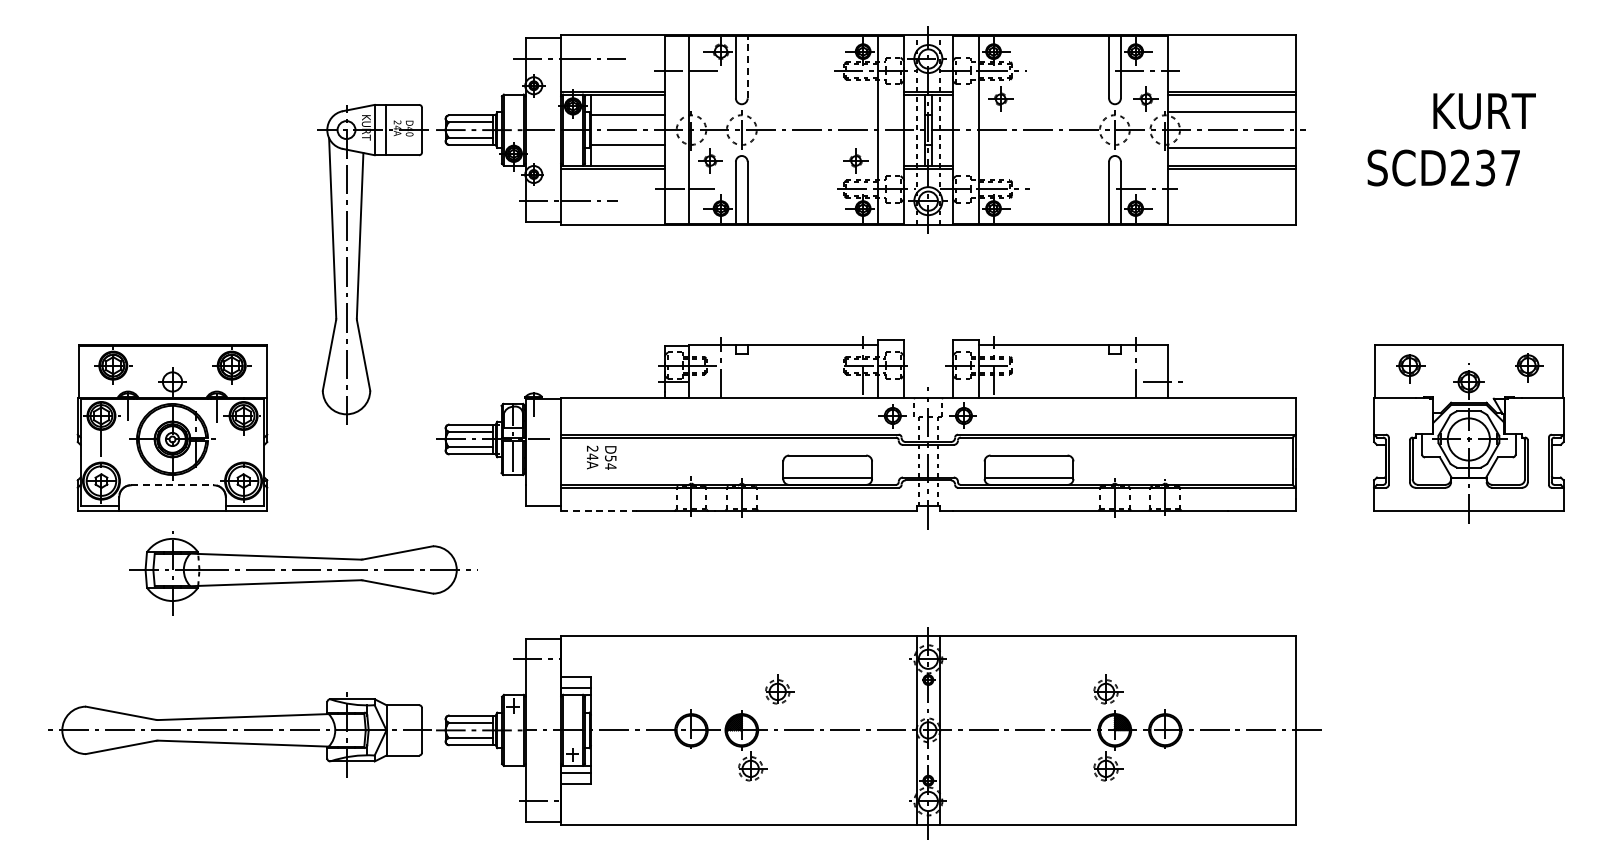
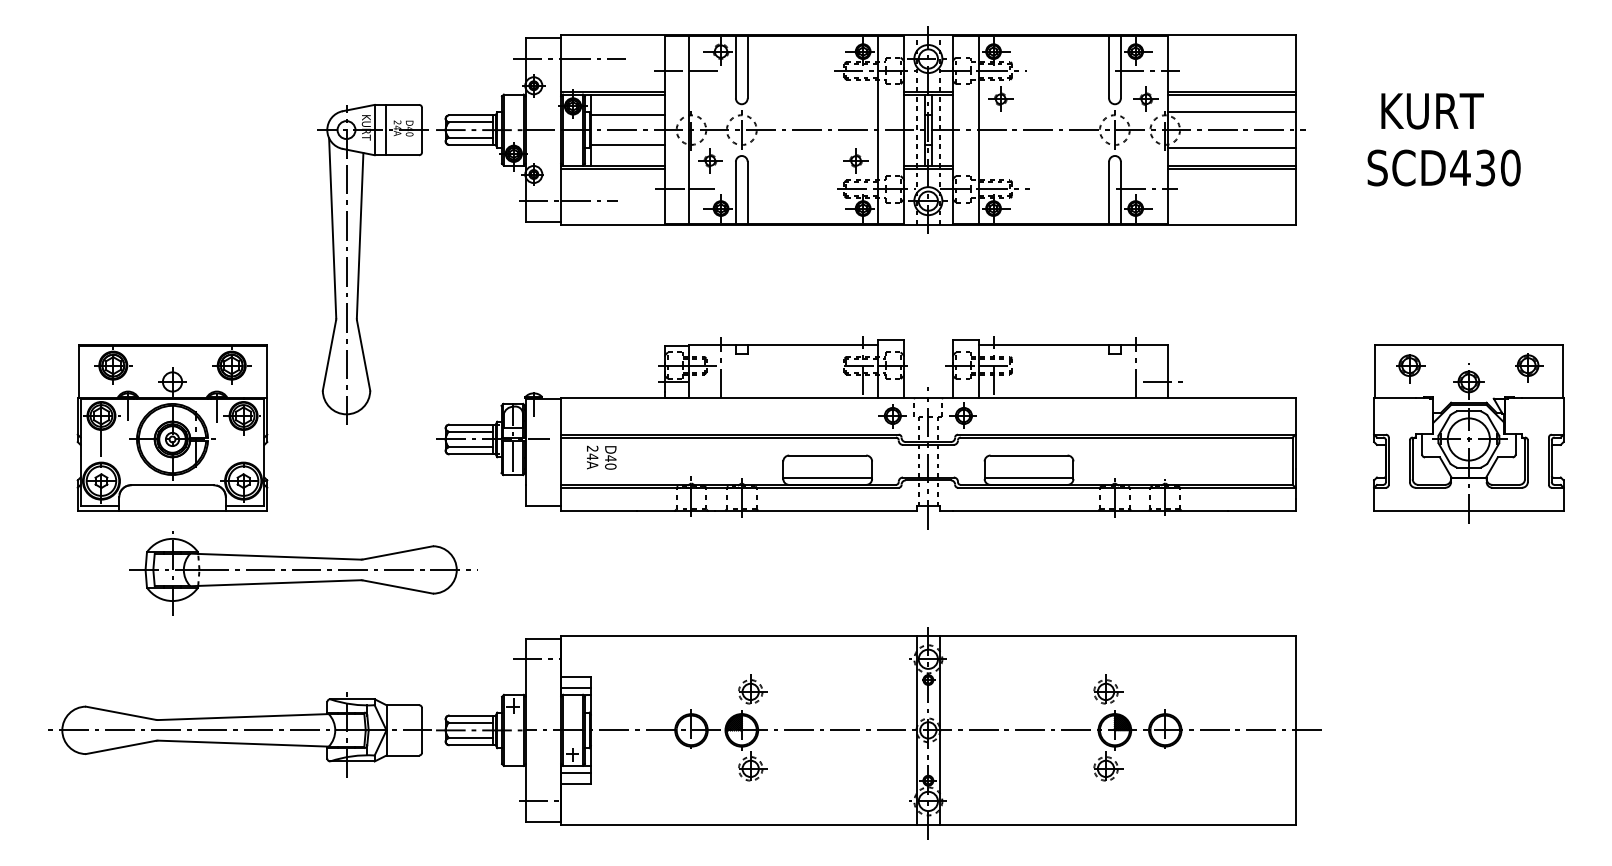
line at (747, 66): dashed -> solid
text at (1484, 111) position: (1484, 111) -> (1432, 111)
text at (1485, 167): SCD237 -> SCD430
text at (610, 462): D54 -> D40
line at (173, 485): dashed -> solid
line at (598, 510): dashed -> solid
part at (779, 689) position: (779, 689) -> (752, 689)
